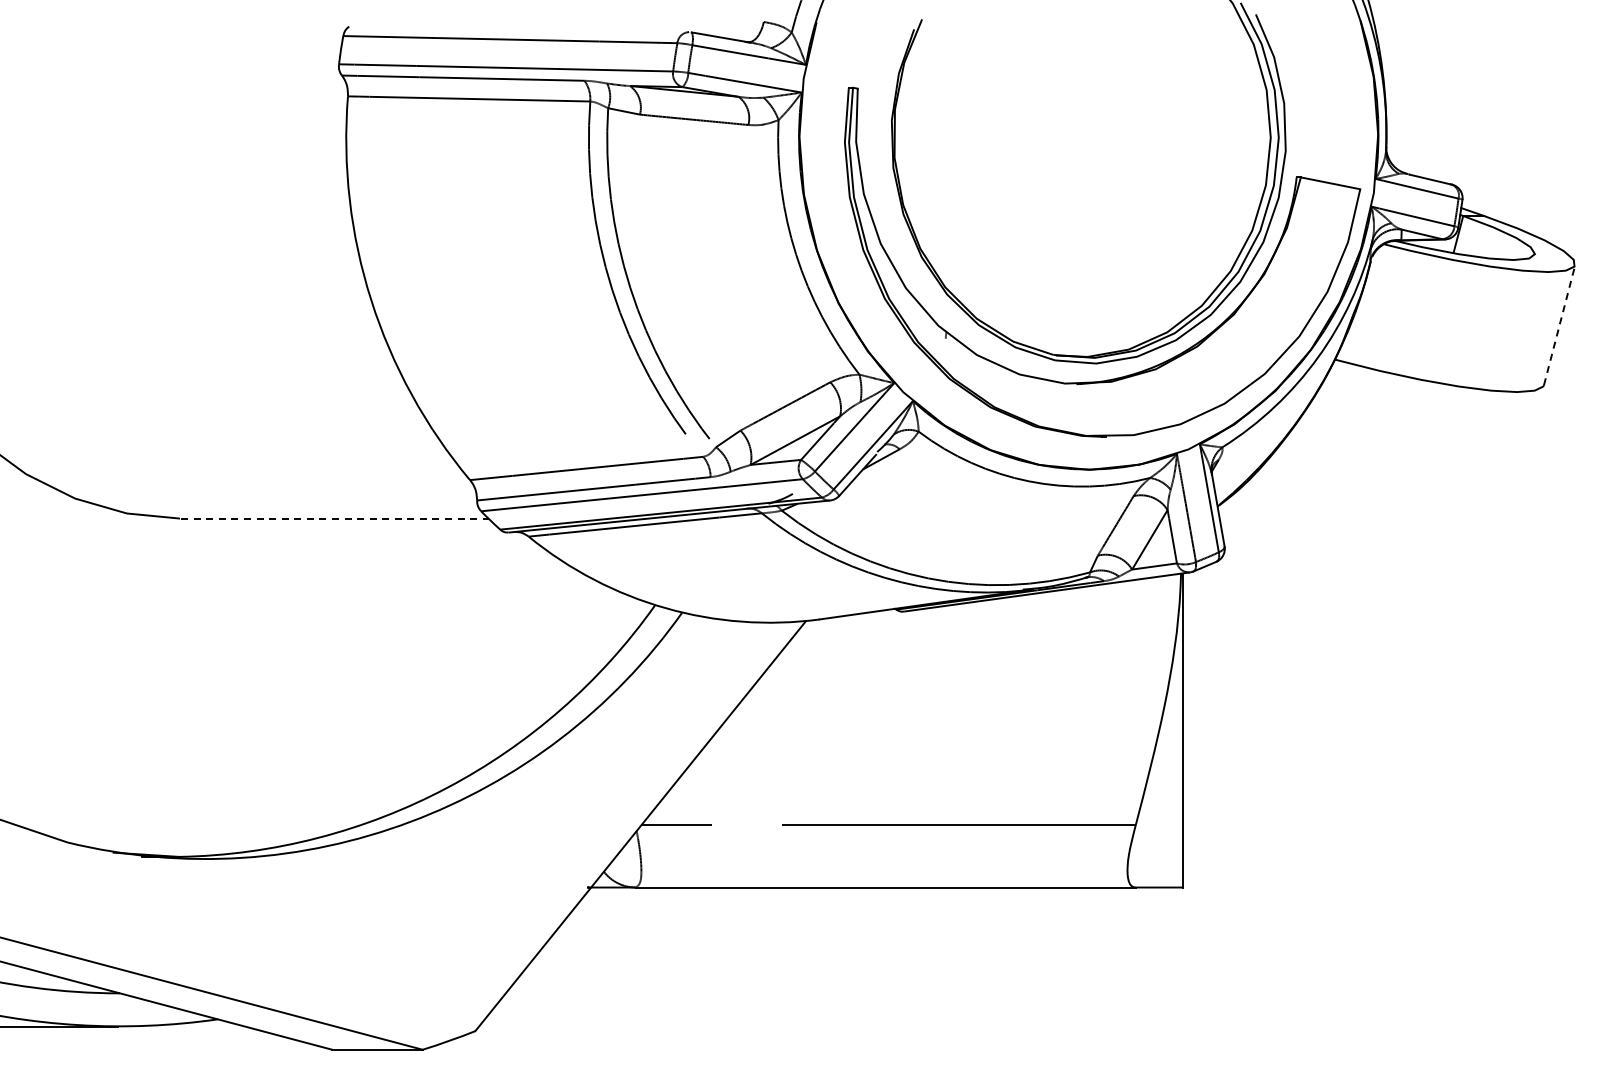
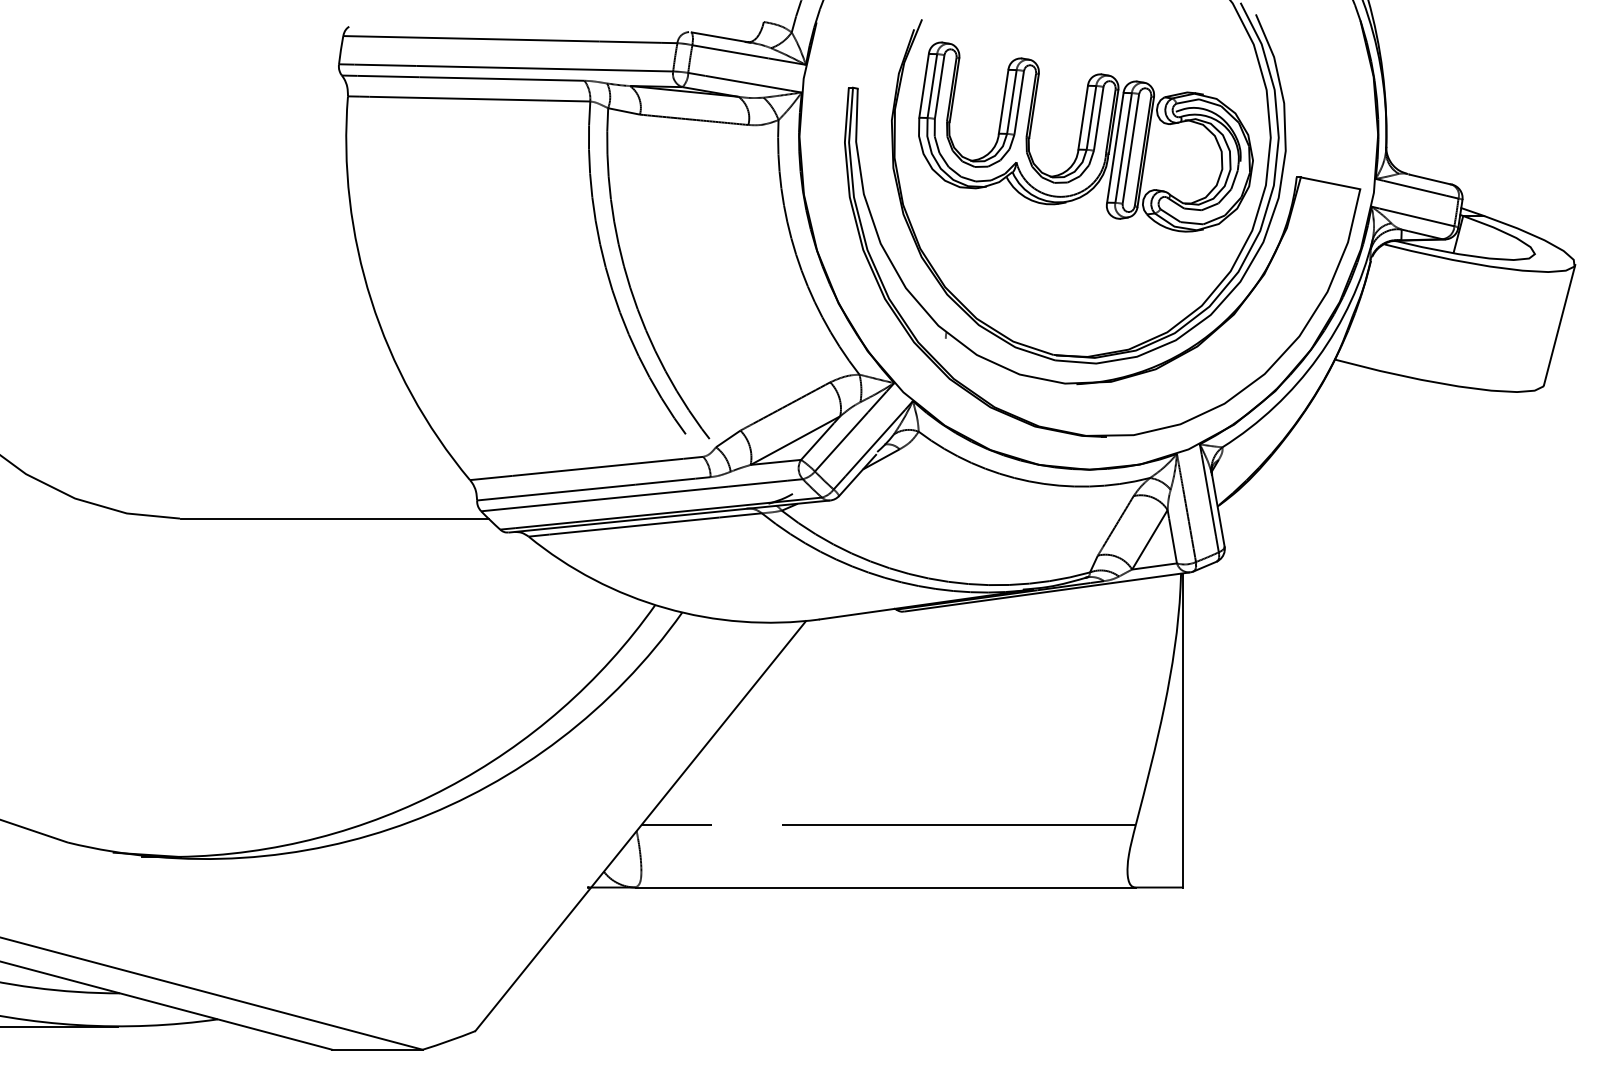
part at (1085, 136): none -> present
line at (1559, 324): dashed -> solid
line at (334, 518): dashed -> solid
